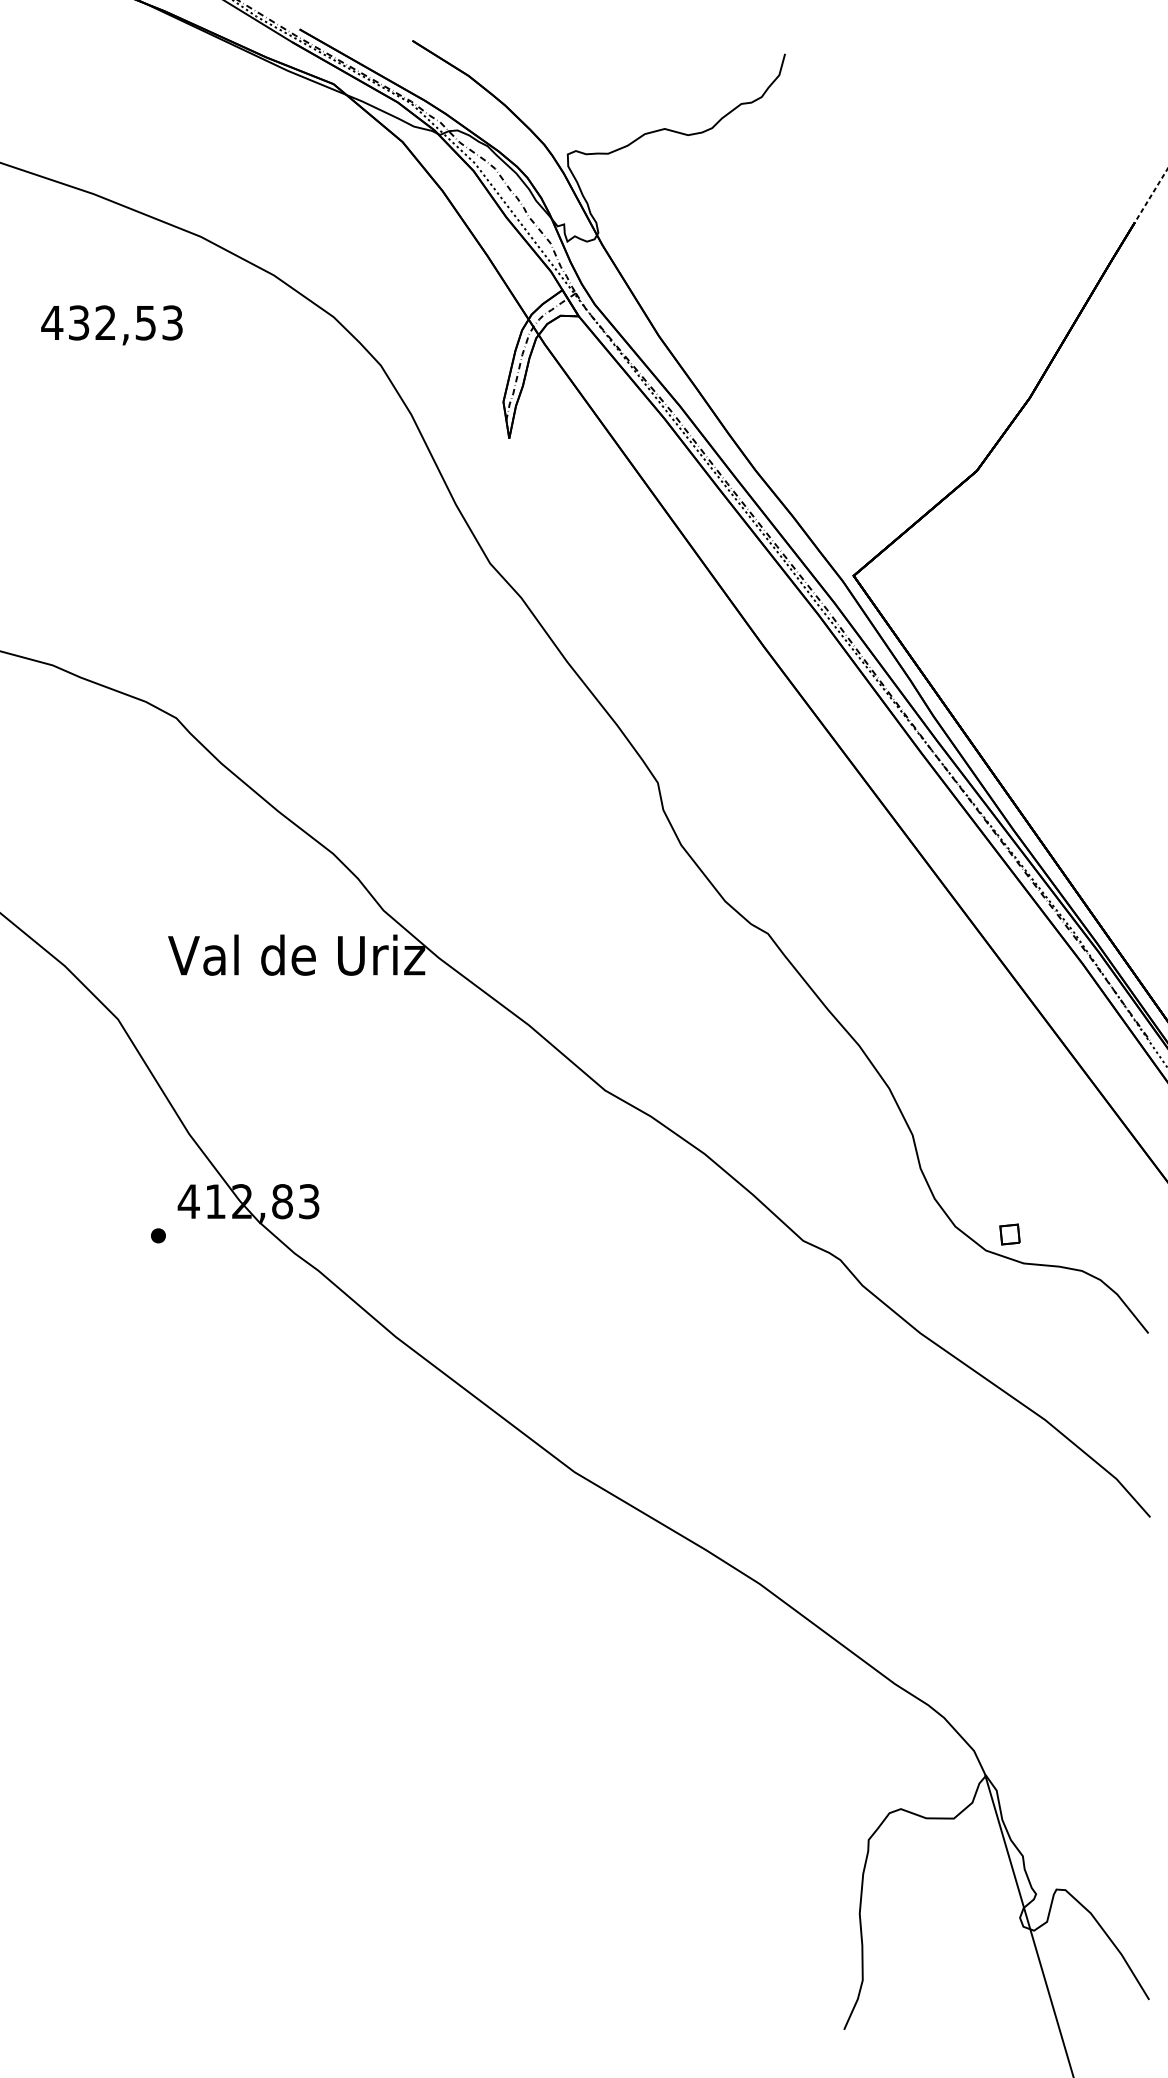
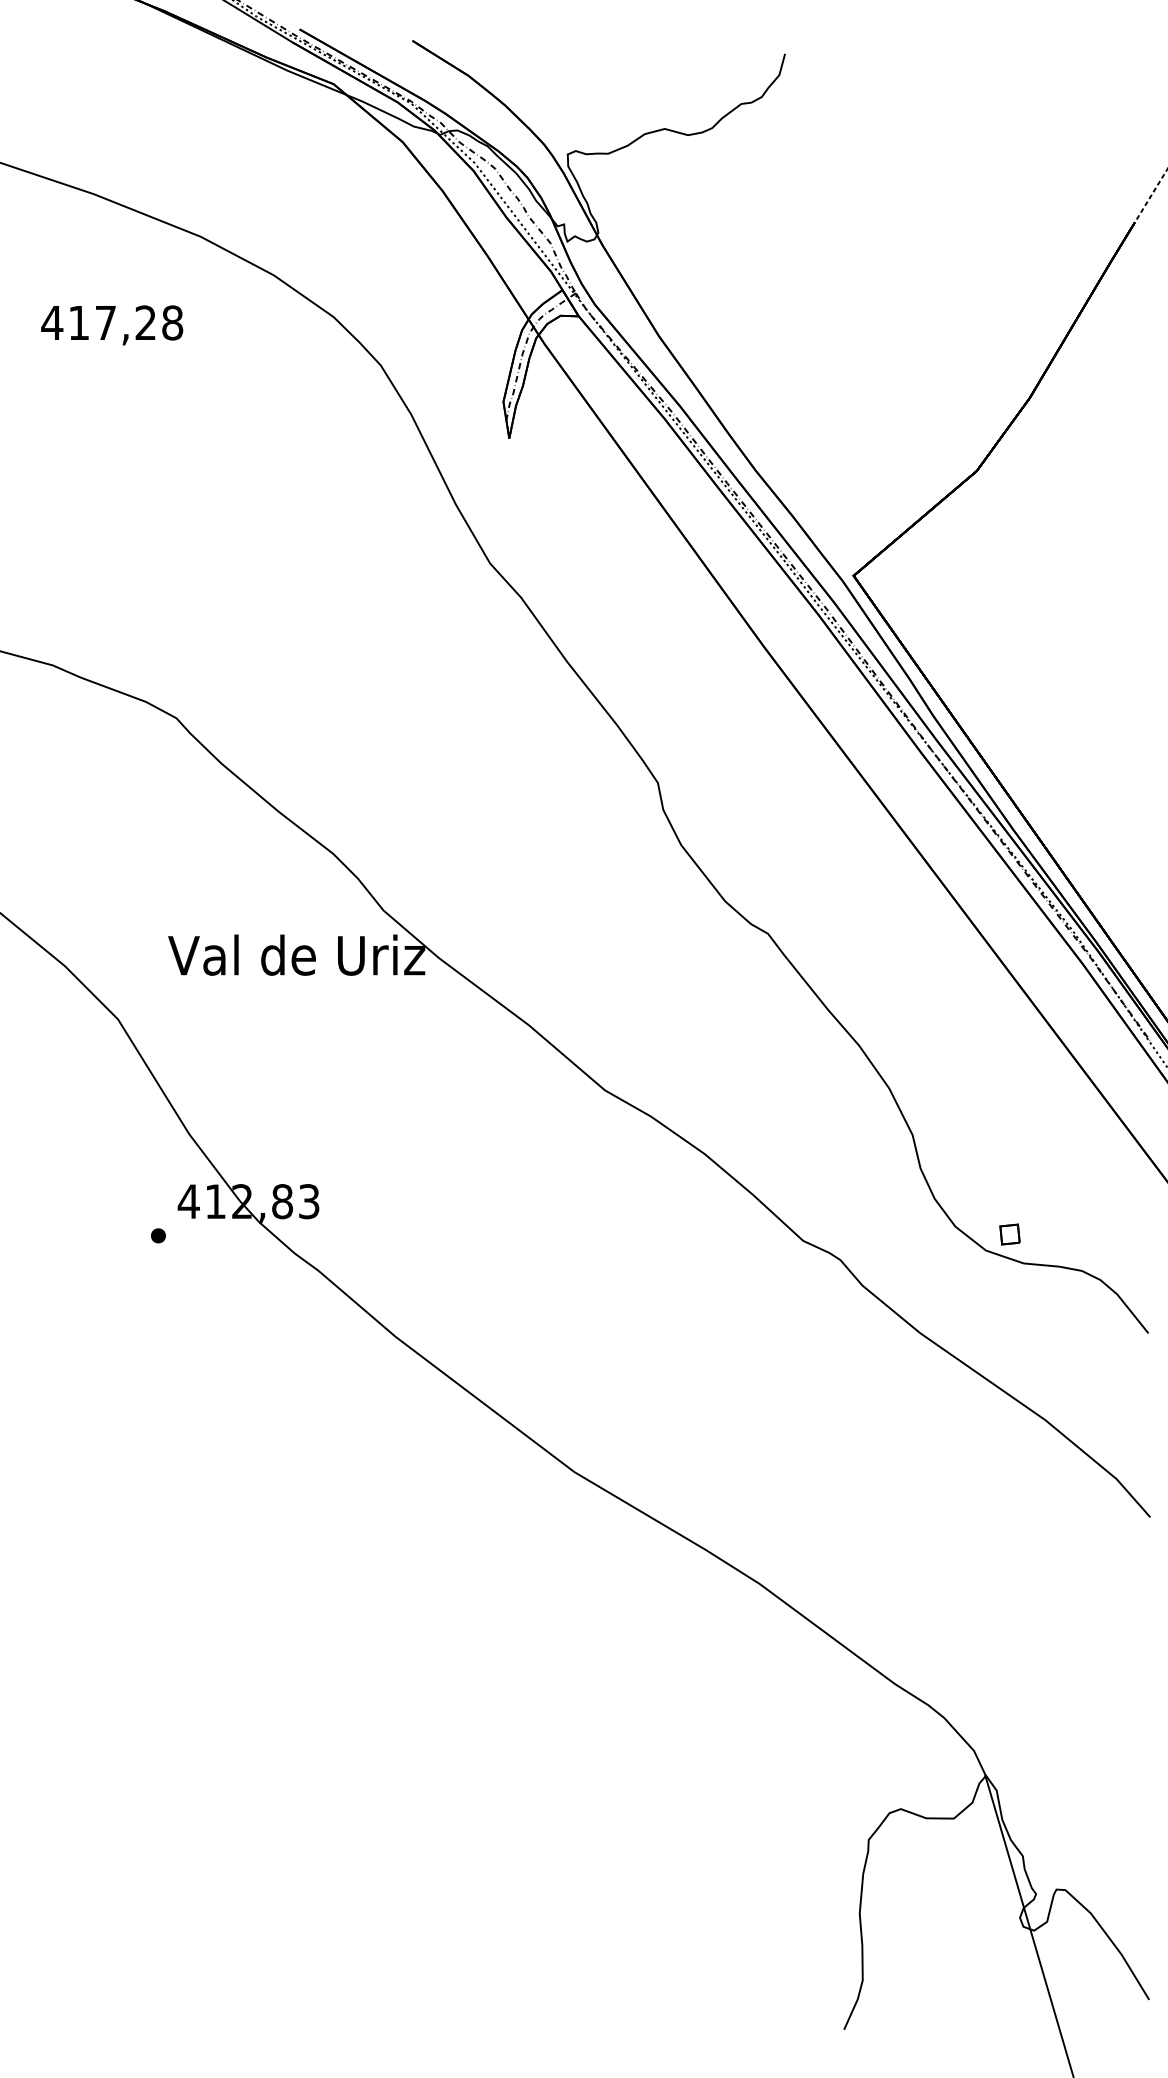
text at (126, 322): 432,53 -> 417,28
